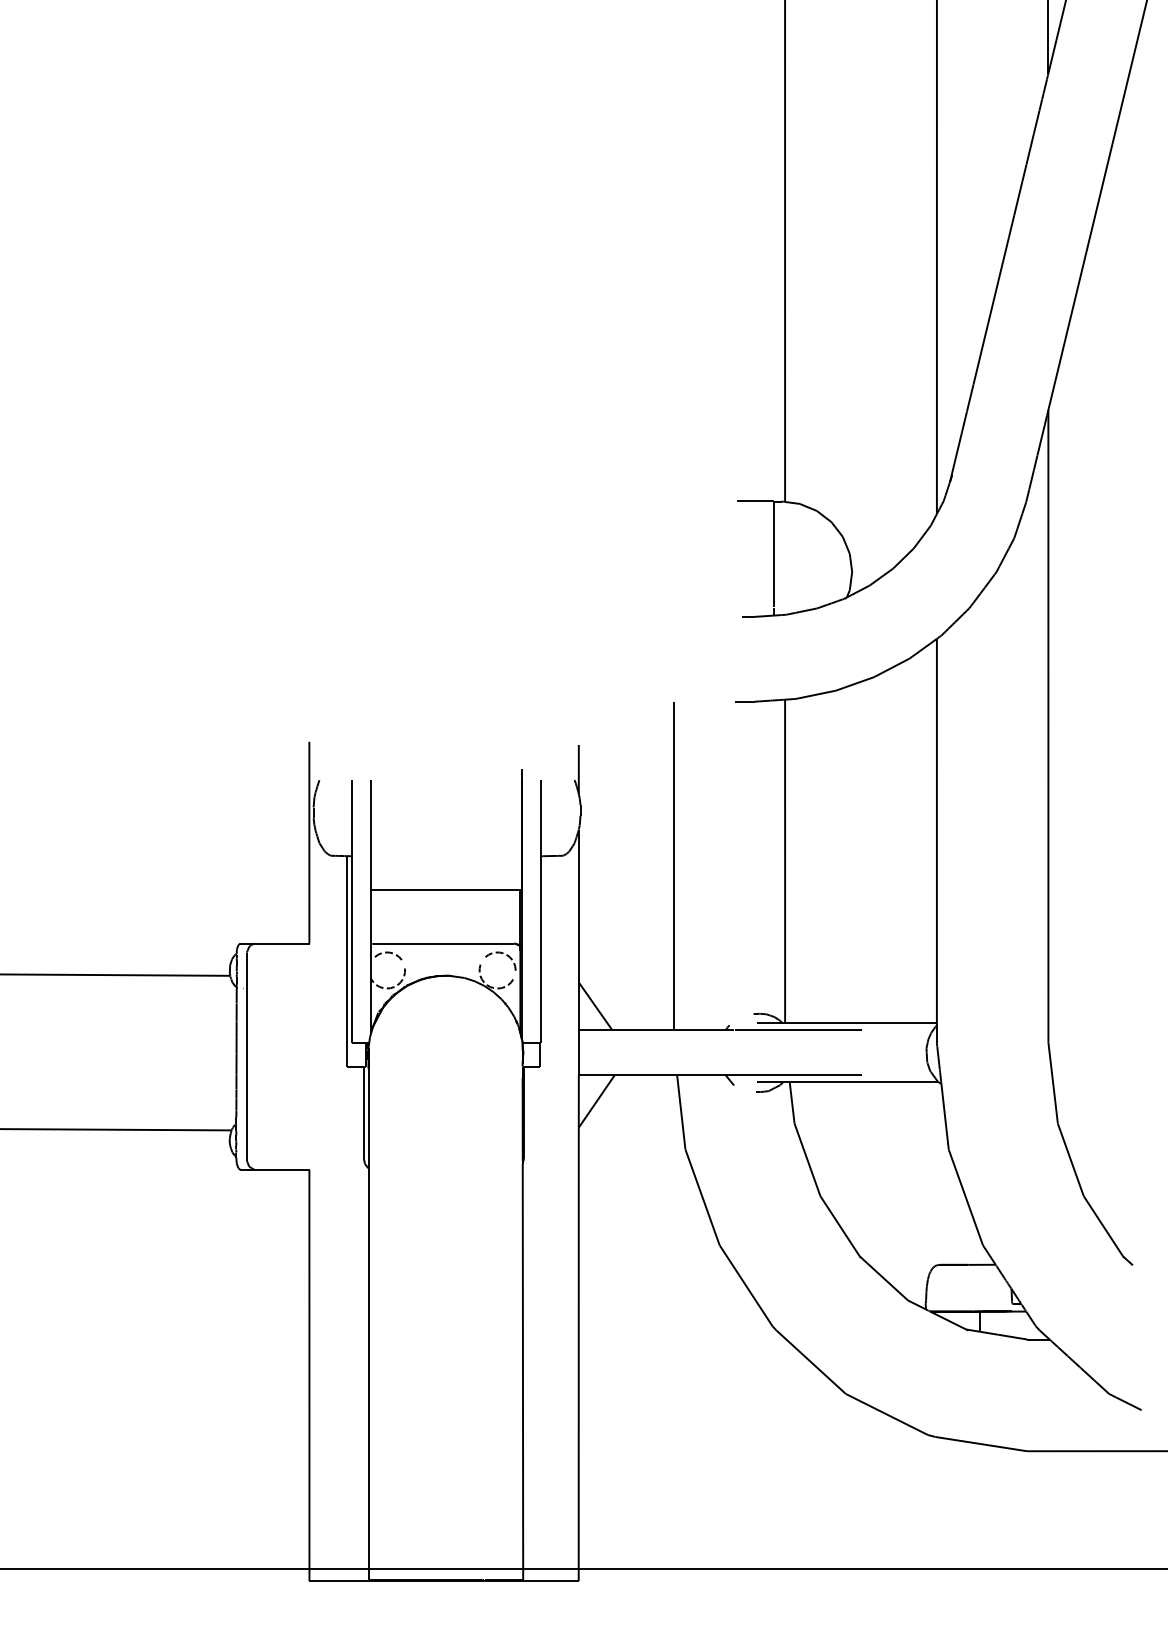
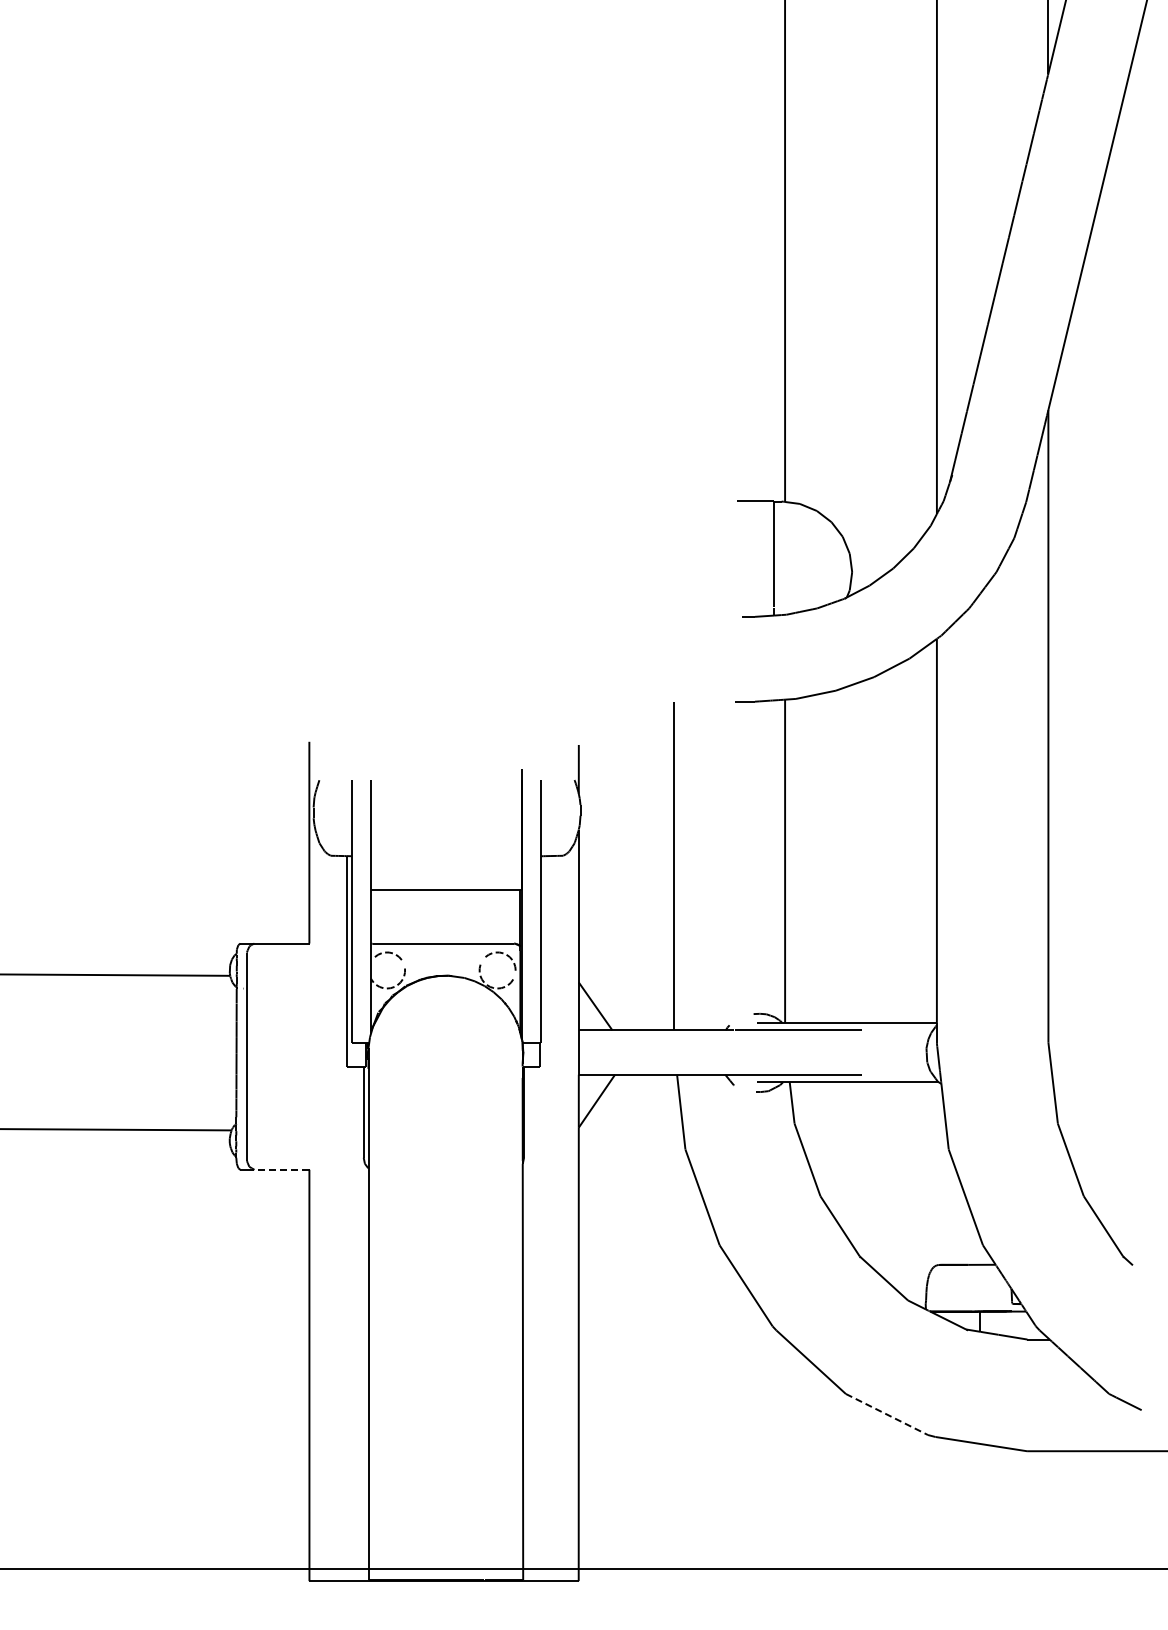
line at (281, 1169): solid -> dashed
line at (886, 1414): solid -> dashed
